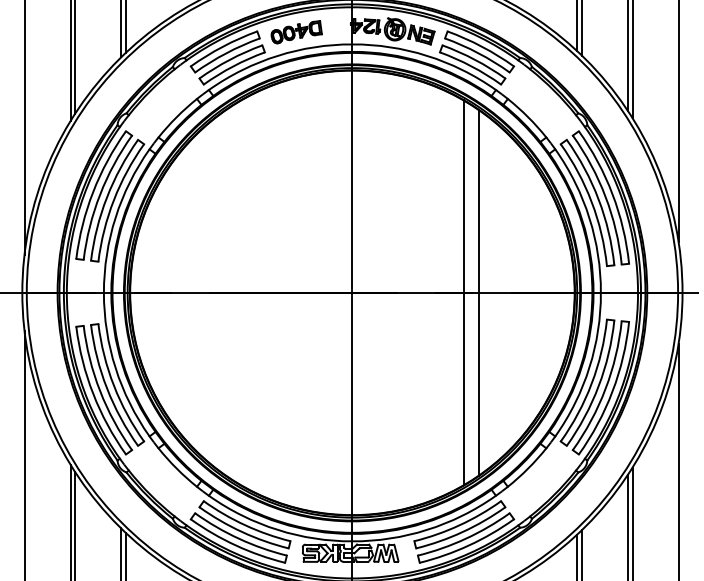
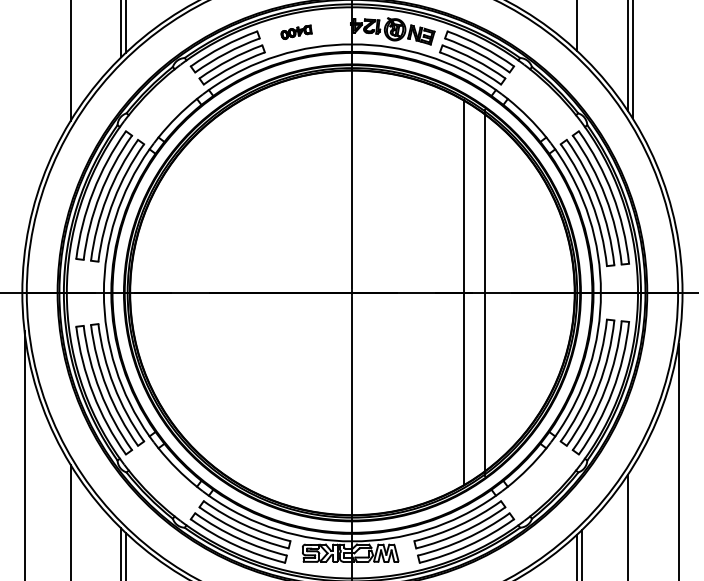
line at (581, 28): present -> none
part at (296, 32) size: 53x25 px -> 33x16 px
line at (75, 57): present -> none
line at (678, 121): present -> none
line at (24, 128): present -> none
line at (478, 292) position: (478, 292) -> (484, 292)
line at (632, 522): present -> none
line at (75, 524): present -> none
